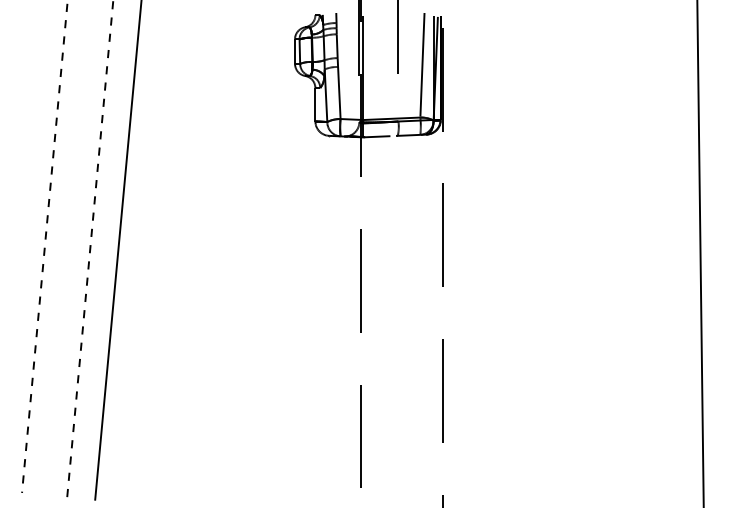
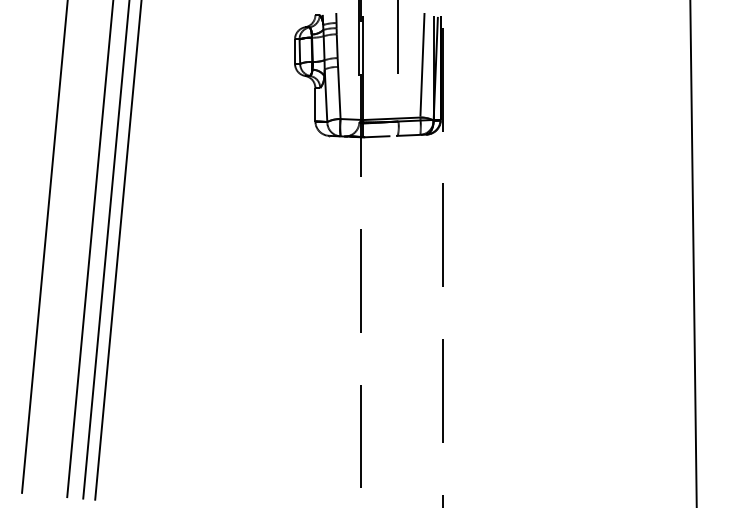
line at (44, 247): dashed -> solid
line at (90, 248): dashed -> solid
line at (106, 250): none -> present
line at (700, 253) position: (700, 253) -> (693, 253)
